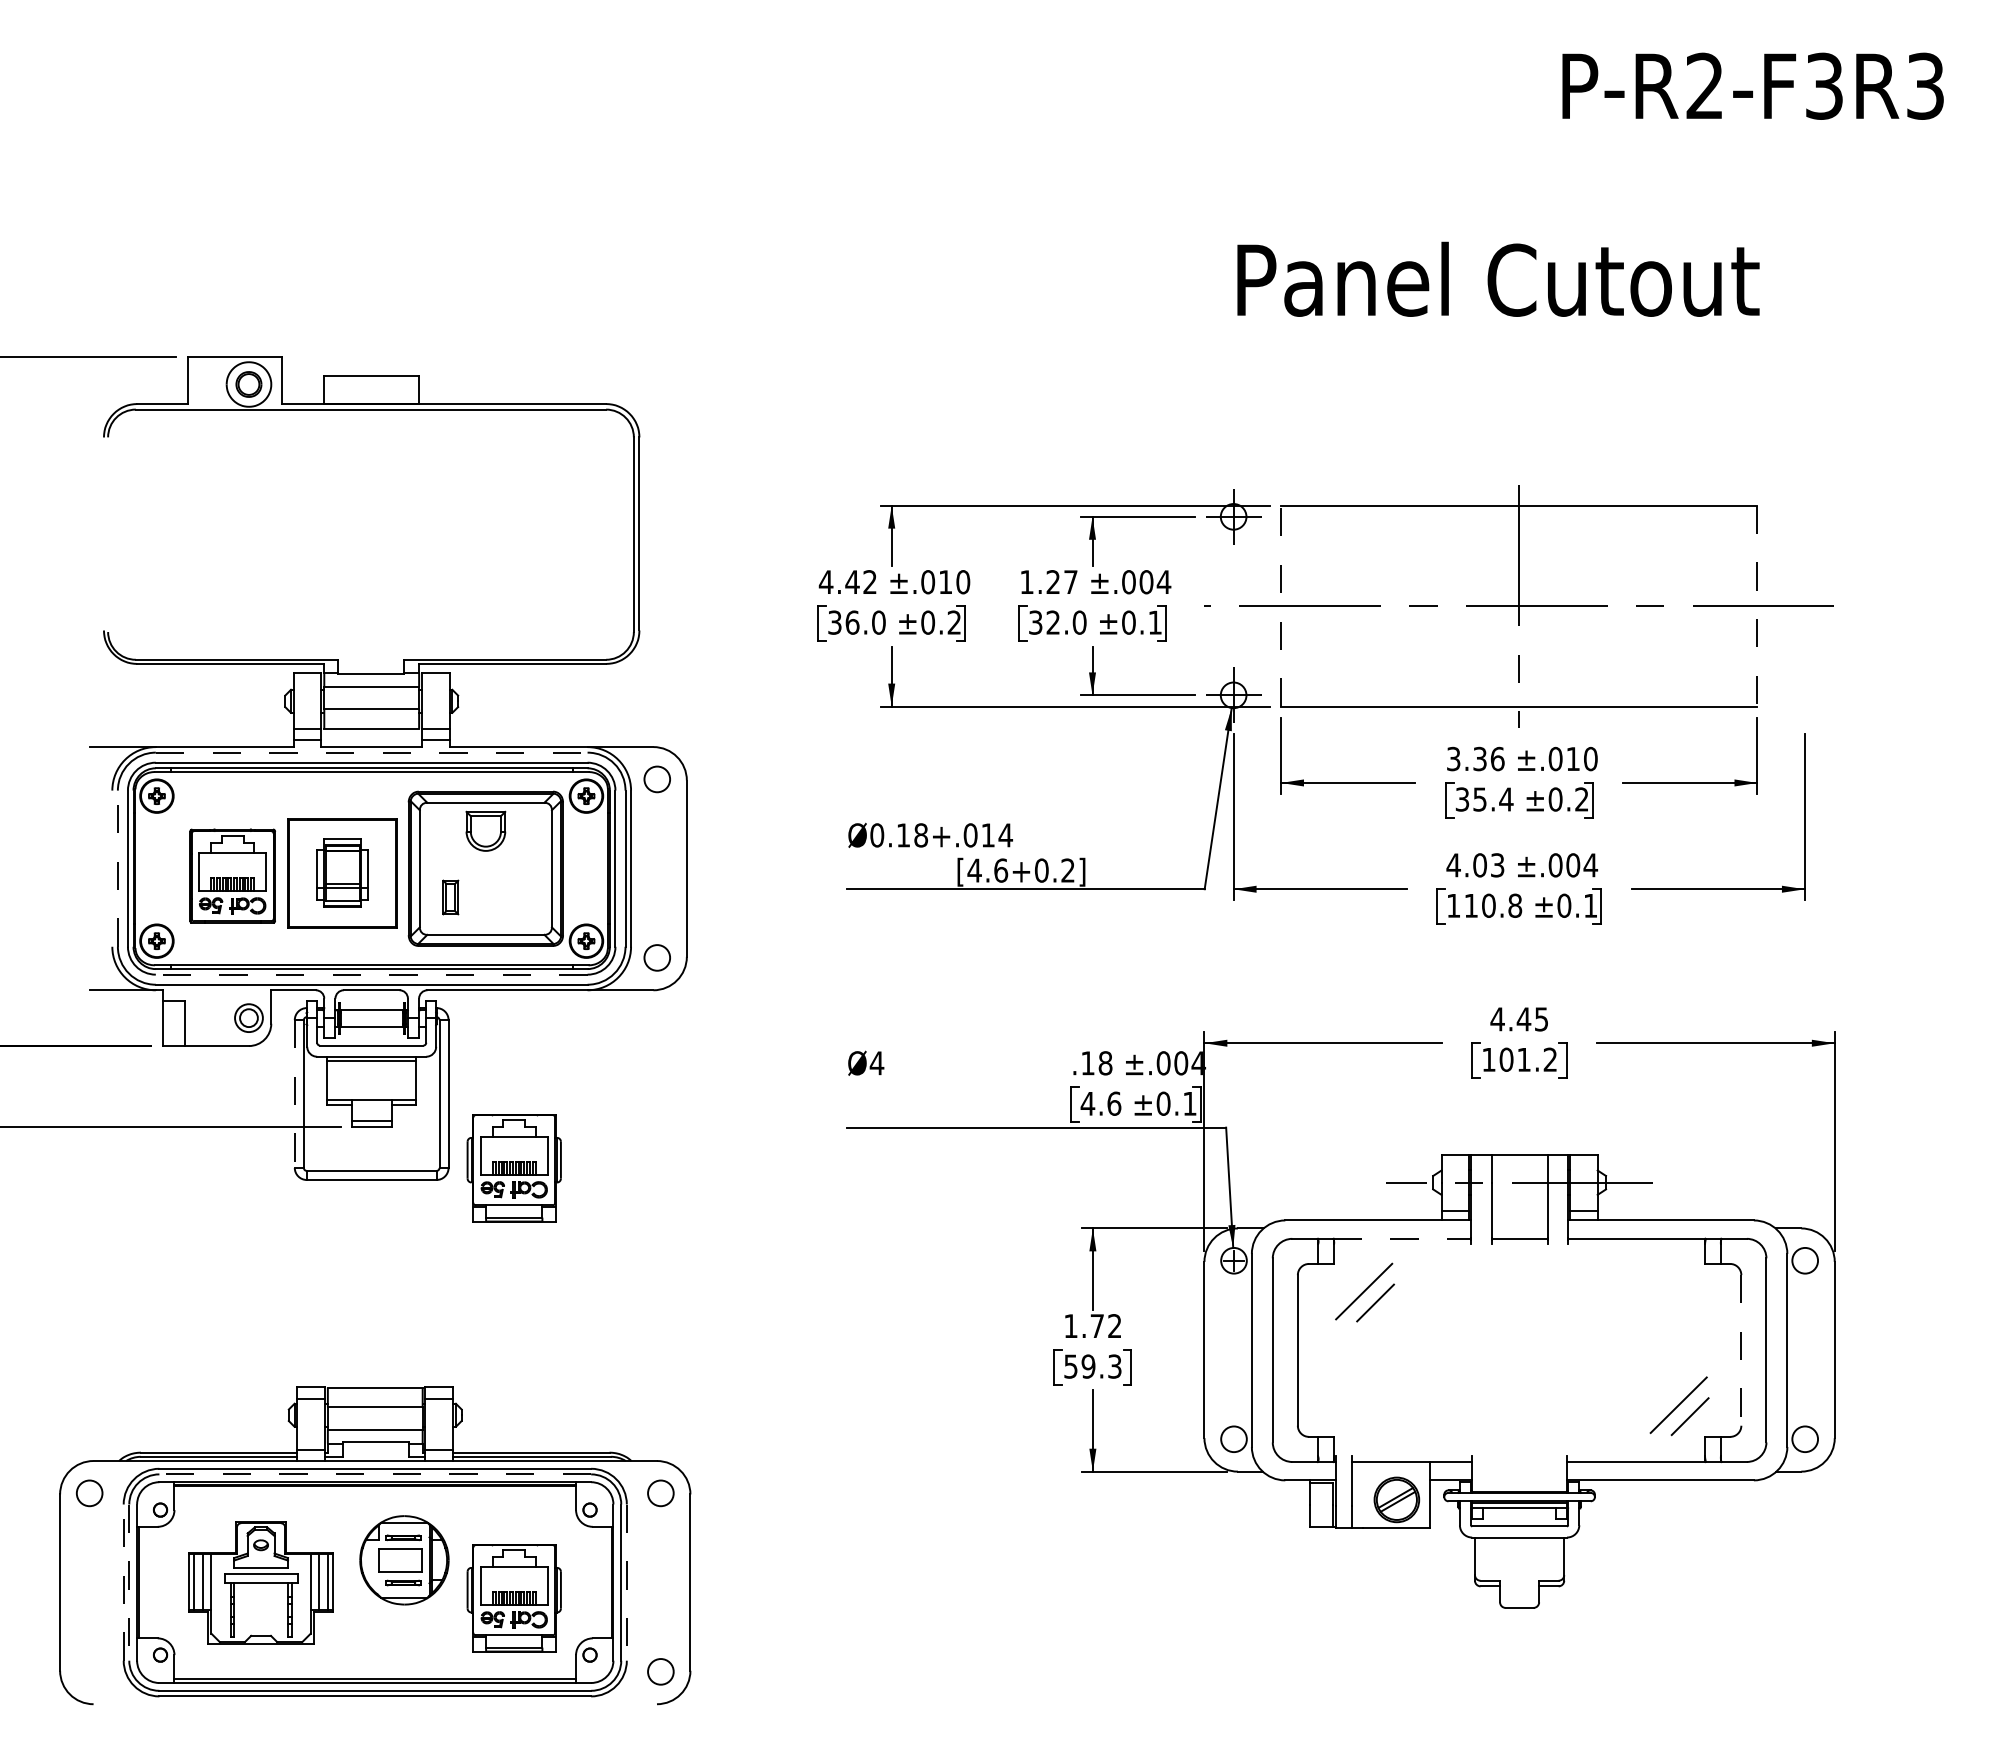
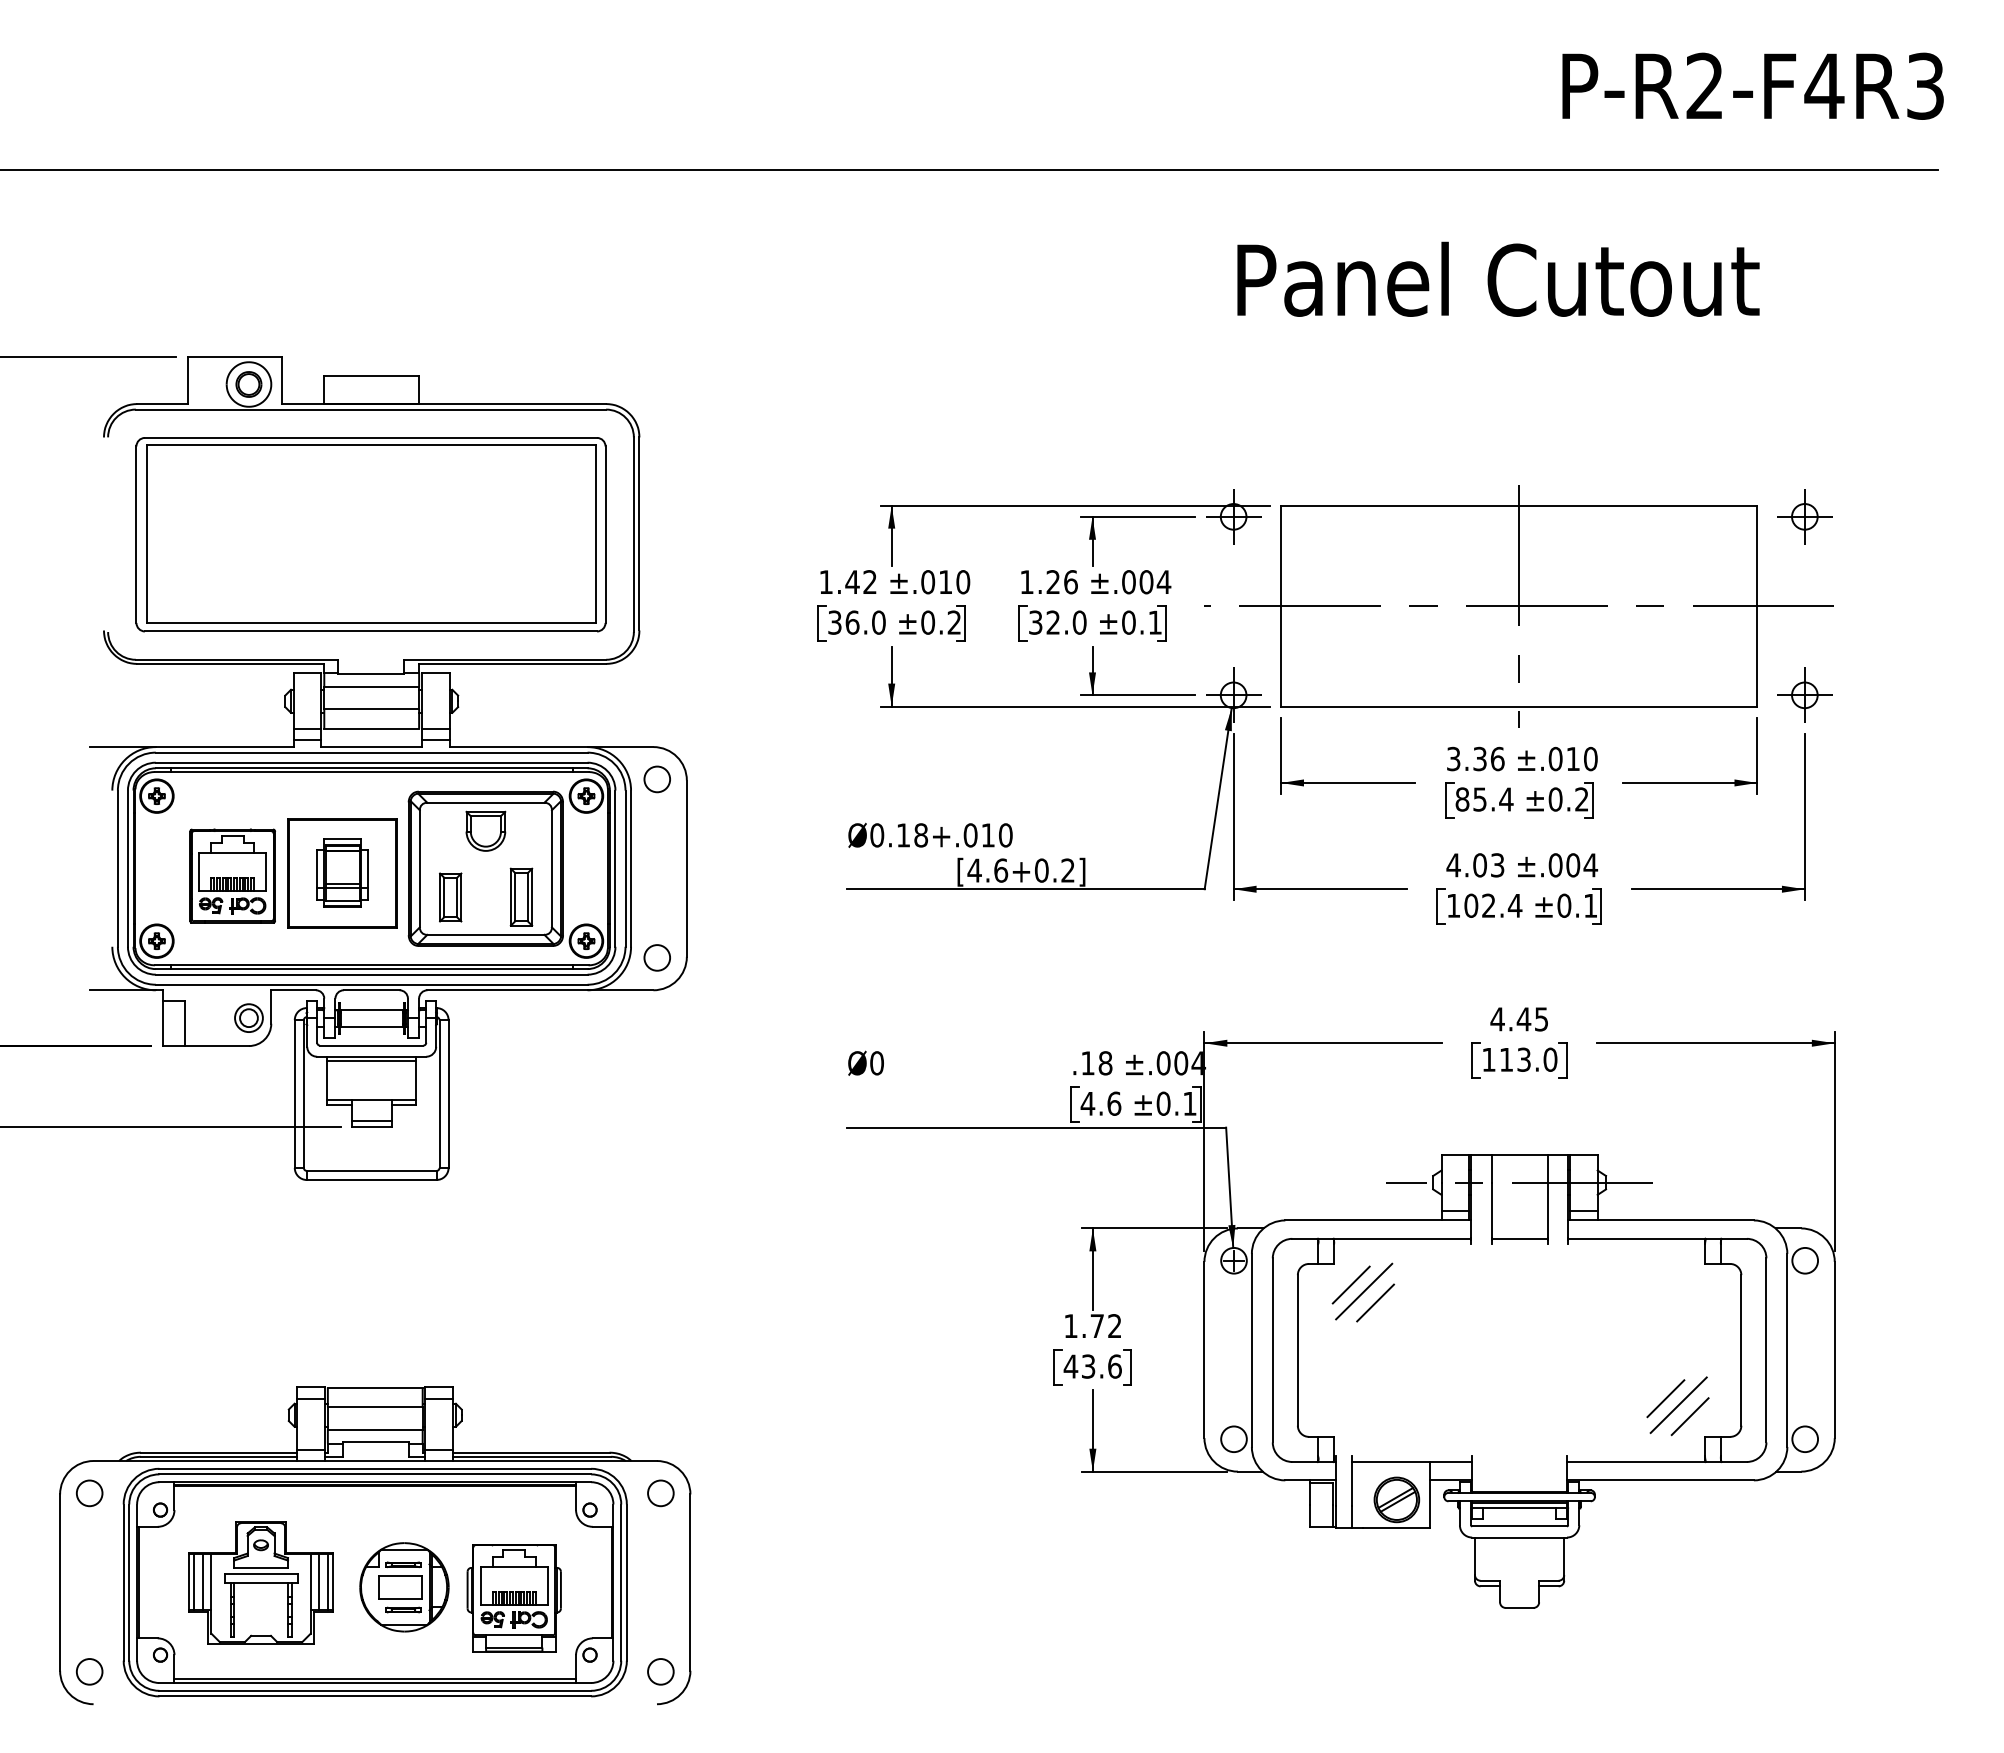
text at (1824, 85): P-R2-F3R3 -> P-R2-F4R3
line at (970, 169): none -> present
part at (1804, 516): none -> present
part at (370, 534): none -> present
text at (825, 581): 4.42 -> 1.42
text at (1070, 582): 1.27 -> 1.26
line at (1281, 605): dashed -> solid
line at (1757, 606): dashed -> solid
part at (1804, 694): none -> present
line at (371, 752): dashed -> solid
text at (1462, 799): 35.4 -> 85.4
text at (1005, 835): Ø0.18+.014 -> Ø0.18+.010
line at (117, 868): dashed -> solid
part at (521, 896): none -> present
part at (450, 897) size: 18x37 px -> 24x51 px
text at (1493, 905): 110.8 -> 102.4
line at (371, 974): dashed -> solid
text at (1528, 1059): 101.2 -> 113.0
text at (876, 1063): Ø4 -> Ø0
line at (294, 1094): dashed -> solid
part at (513, 1168): present -> none
line at (1402, 1238): dashed -> solid
line at (1350, 1284): none -> present
line at (1741, 1350): dashed -> solid
text at (1092, 1366): 59.3 -> 43.6
line at (1665, 1398): none -> present
line at (375, 1474): dashed -> solid
part at (404, 1560) position: (404, 1560) -> (404, 1587)
line at (123, 1582): dashed -> solid
line at (129, 1583): dashed -> solid
line at (626, 1583): dashed -> solid
circle at (89, 1671): none -> present
